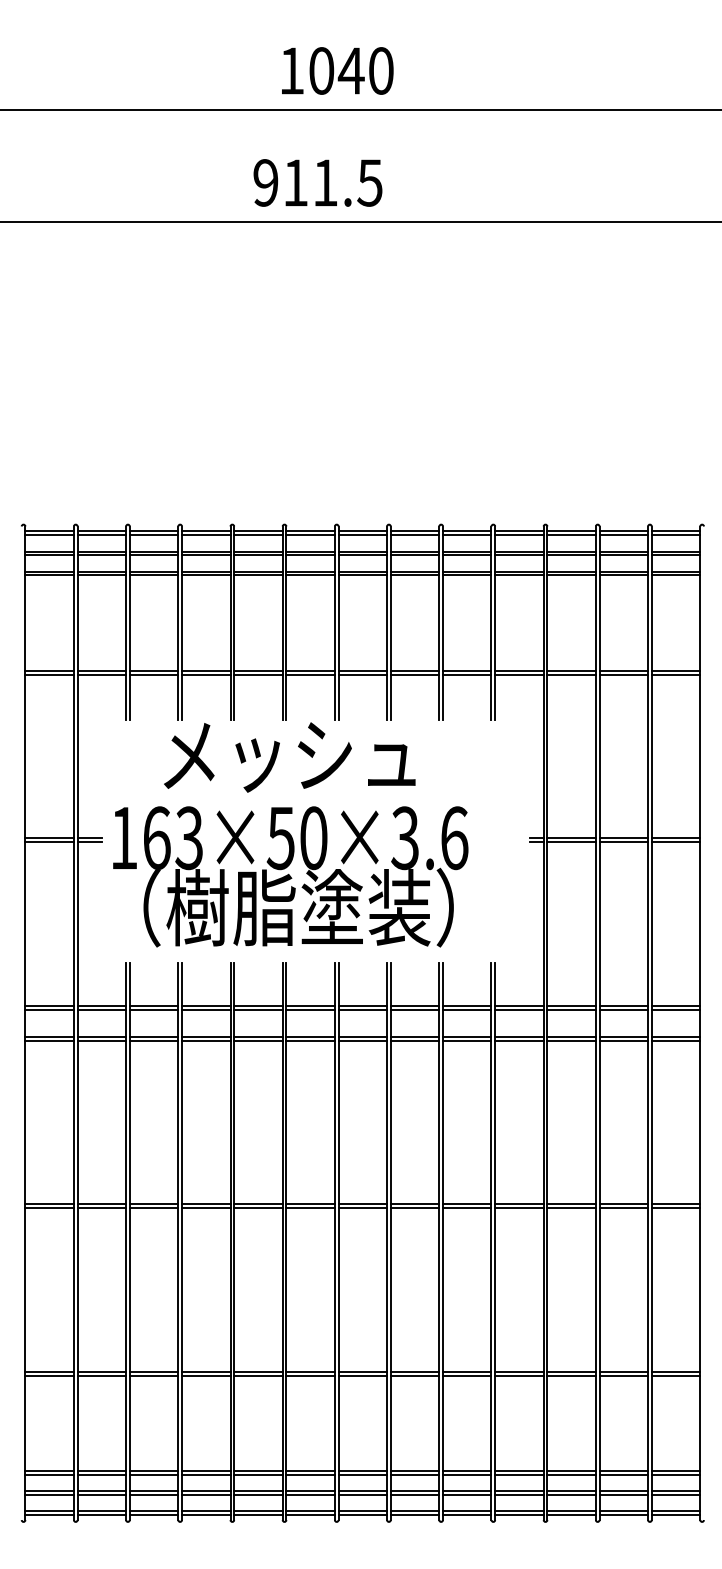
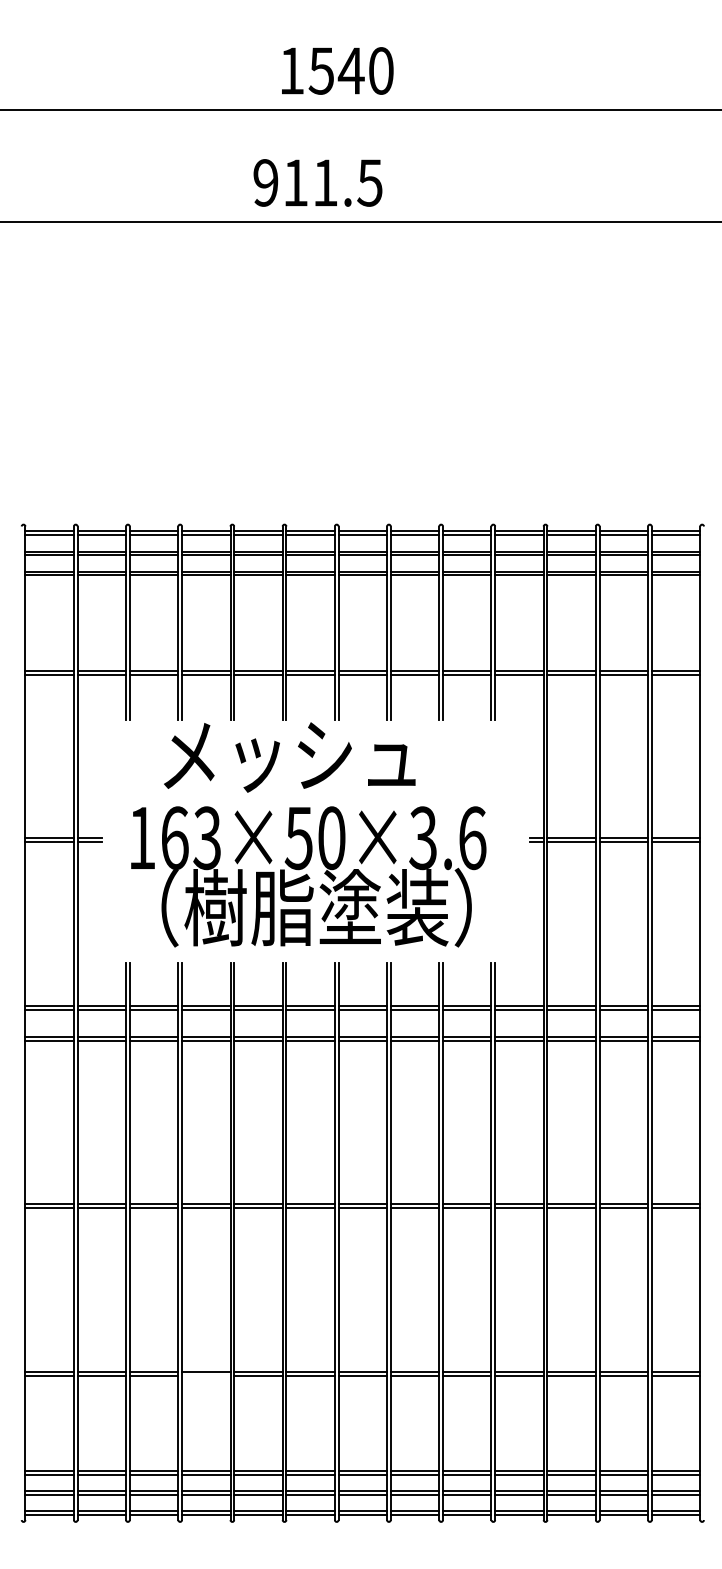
text at (321, 70): 1040 -> 1540
text at (290, 876) position: (290, 876) -> (308, 876)
line at (206, 1375): present -> none
